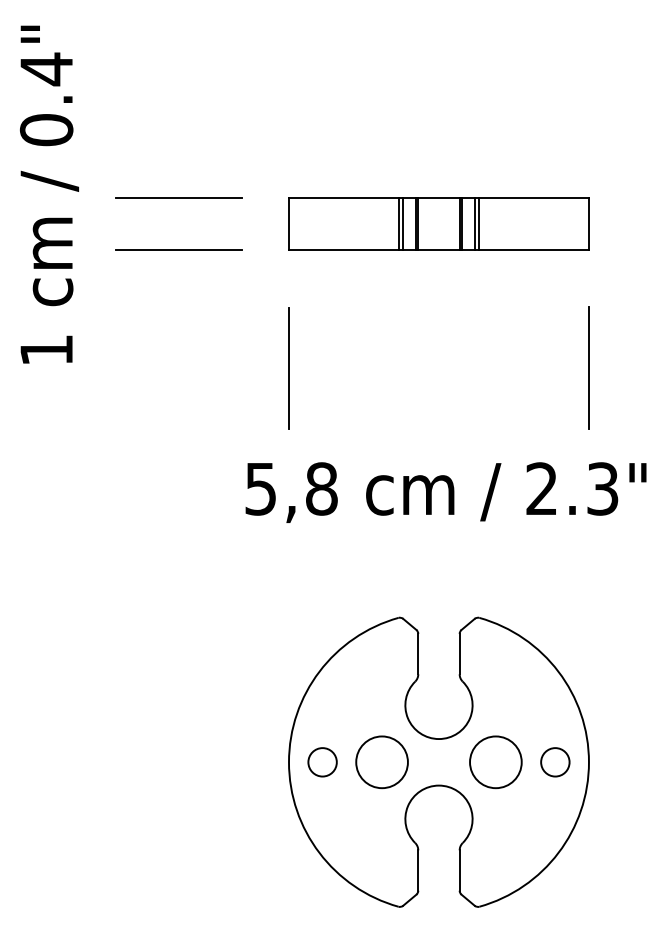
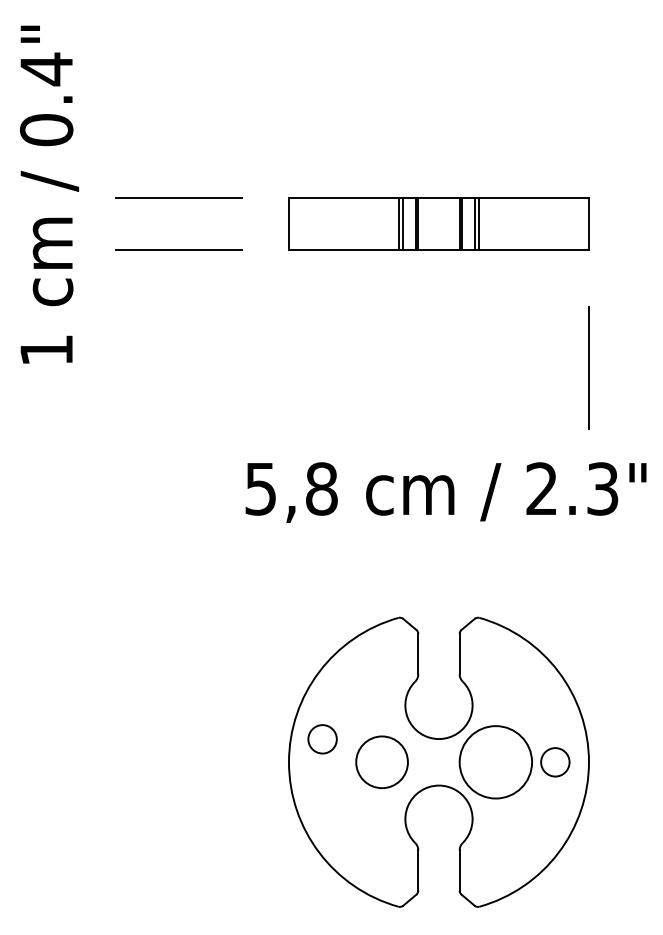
line at (289, 368): present -> none
circle at (322, 762) position: (322, 762) -> (322, 739)
circle at (495, 762) diameter: 52 px -> 72 px
